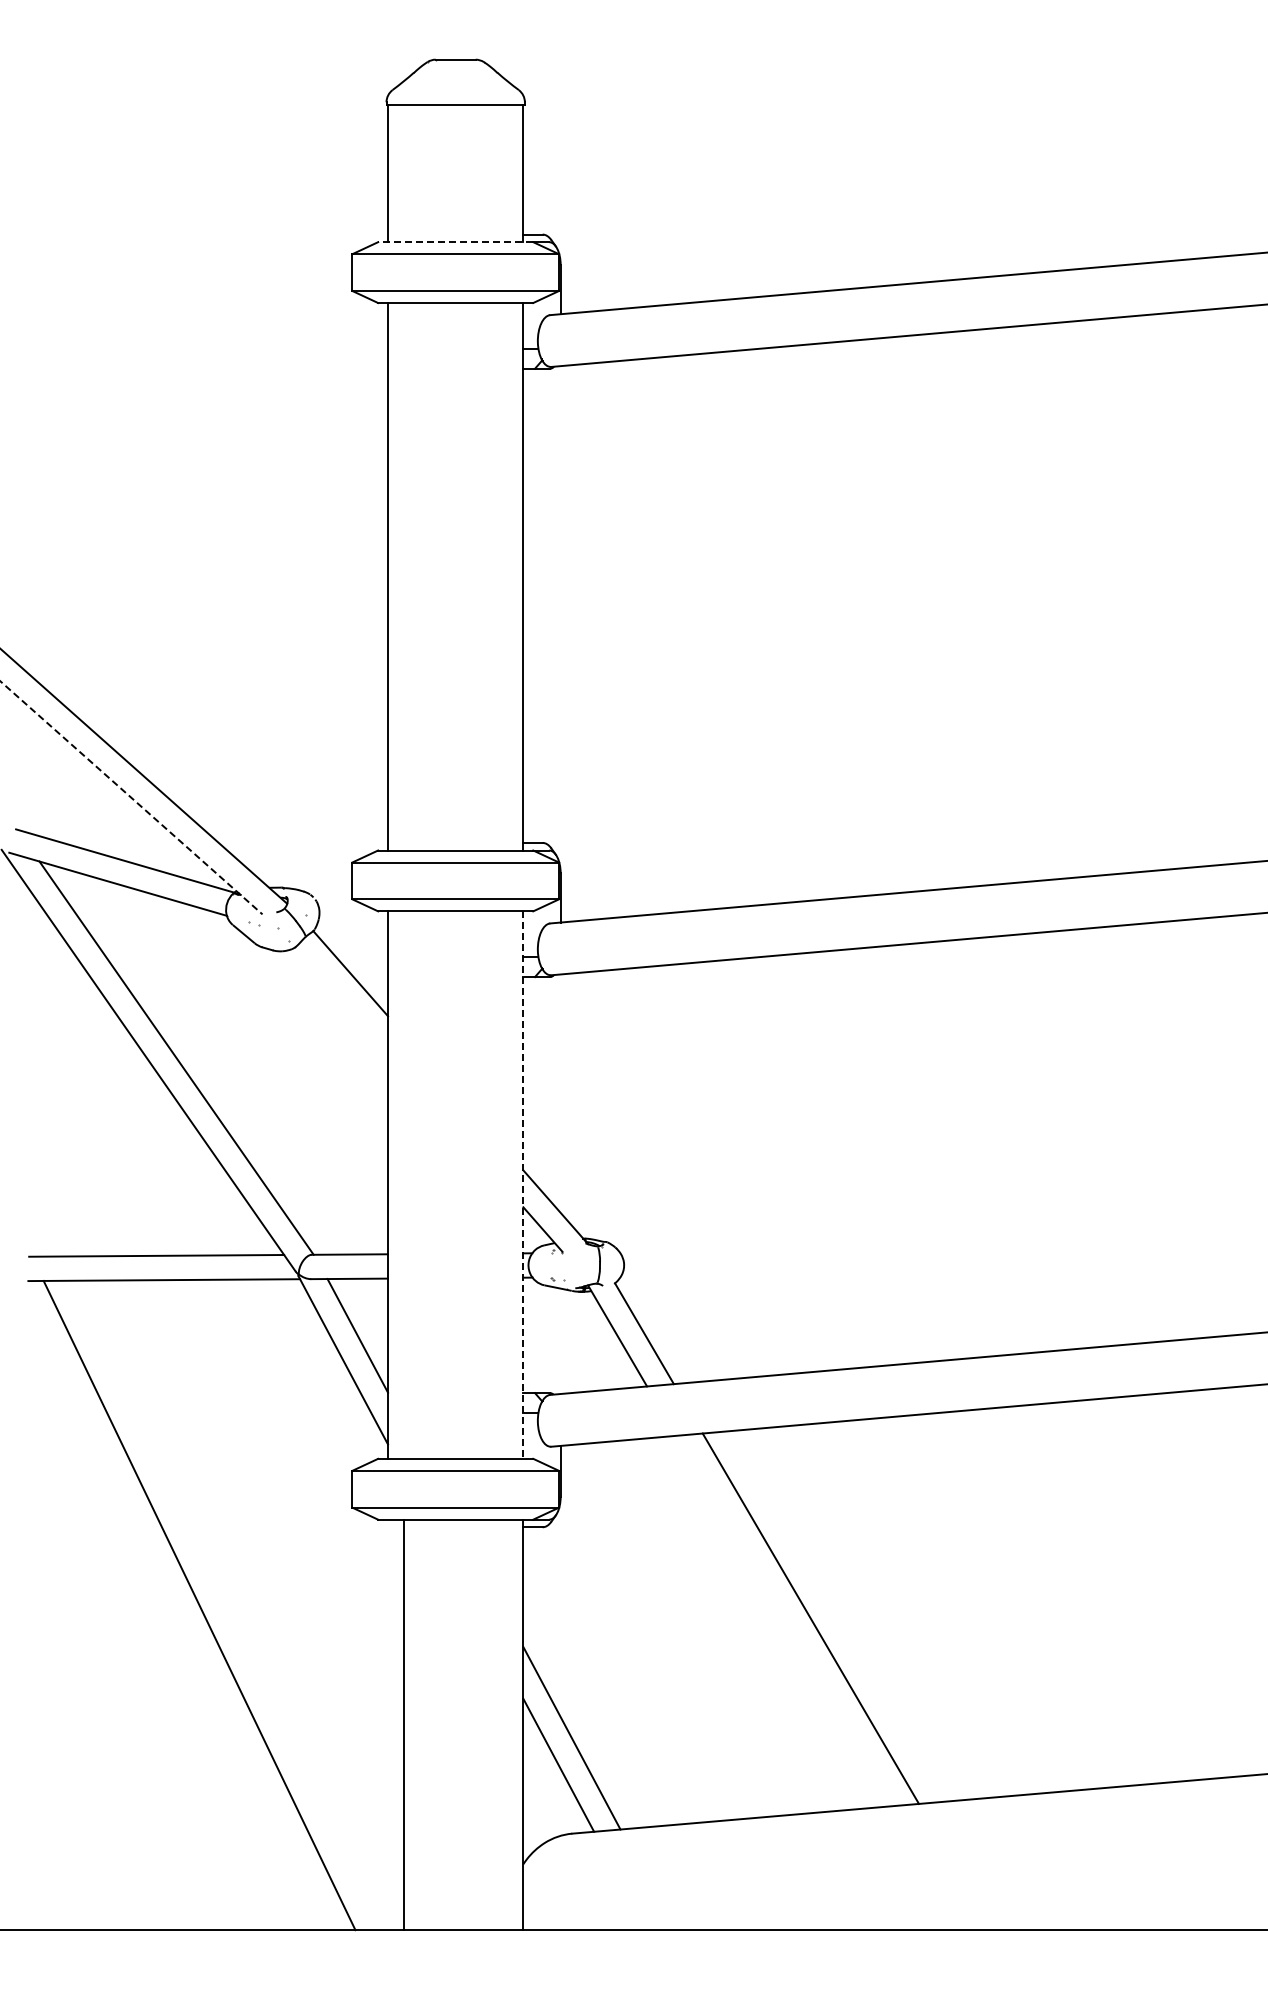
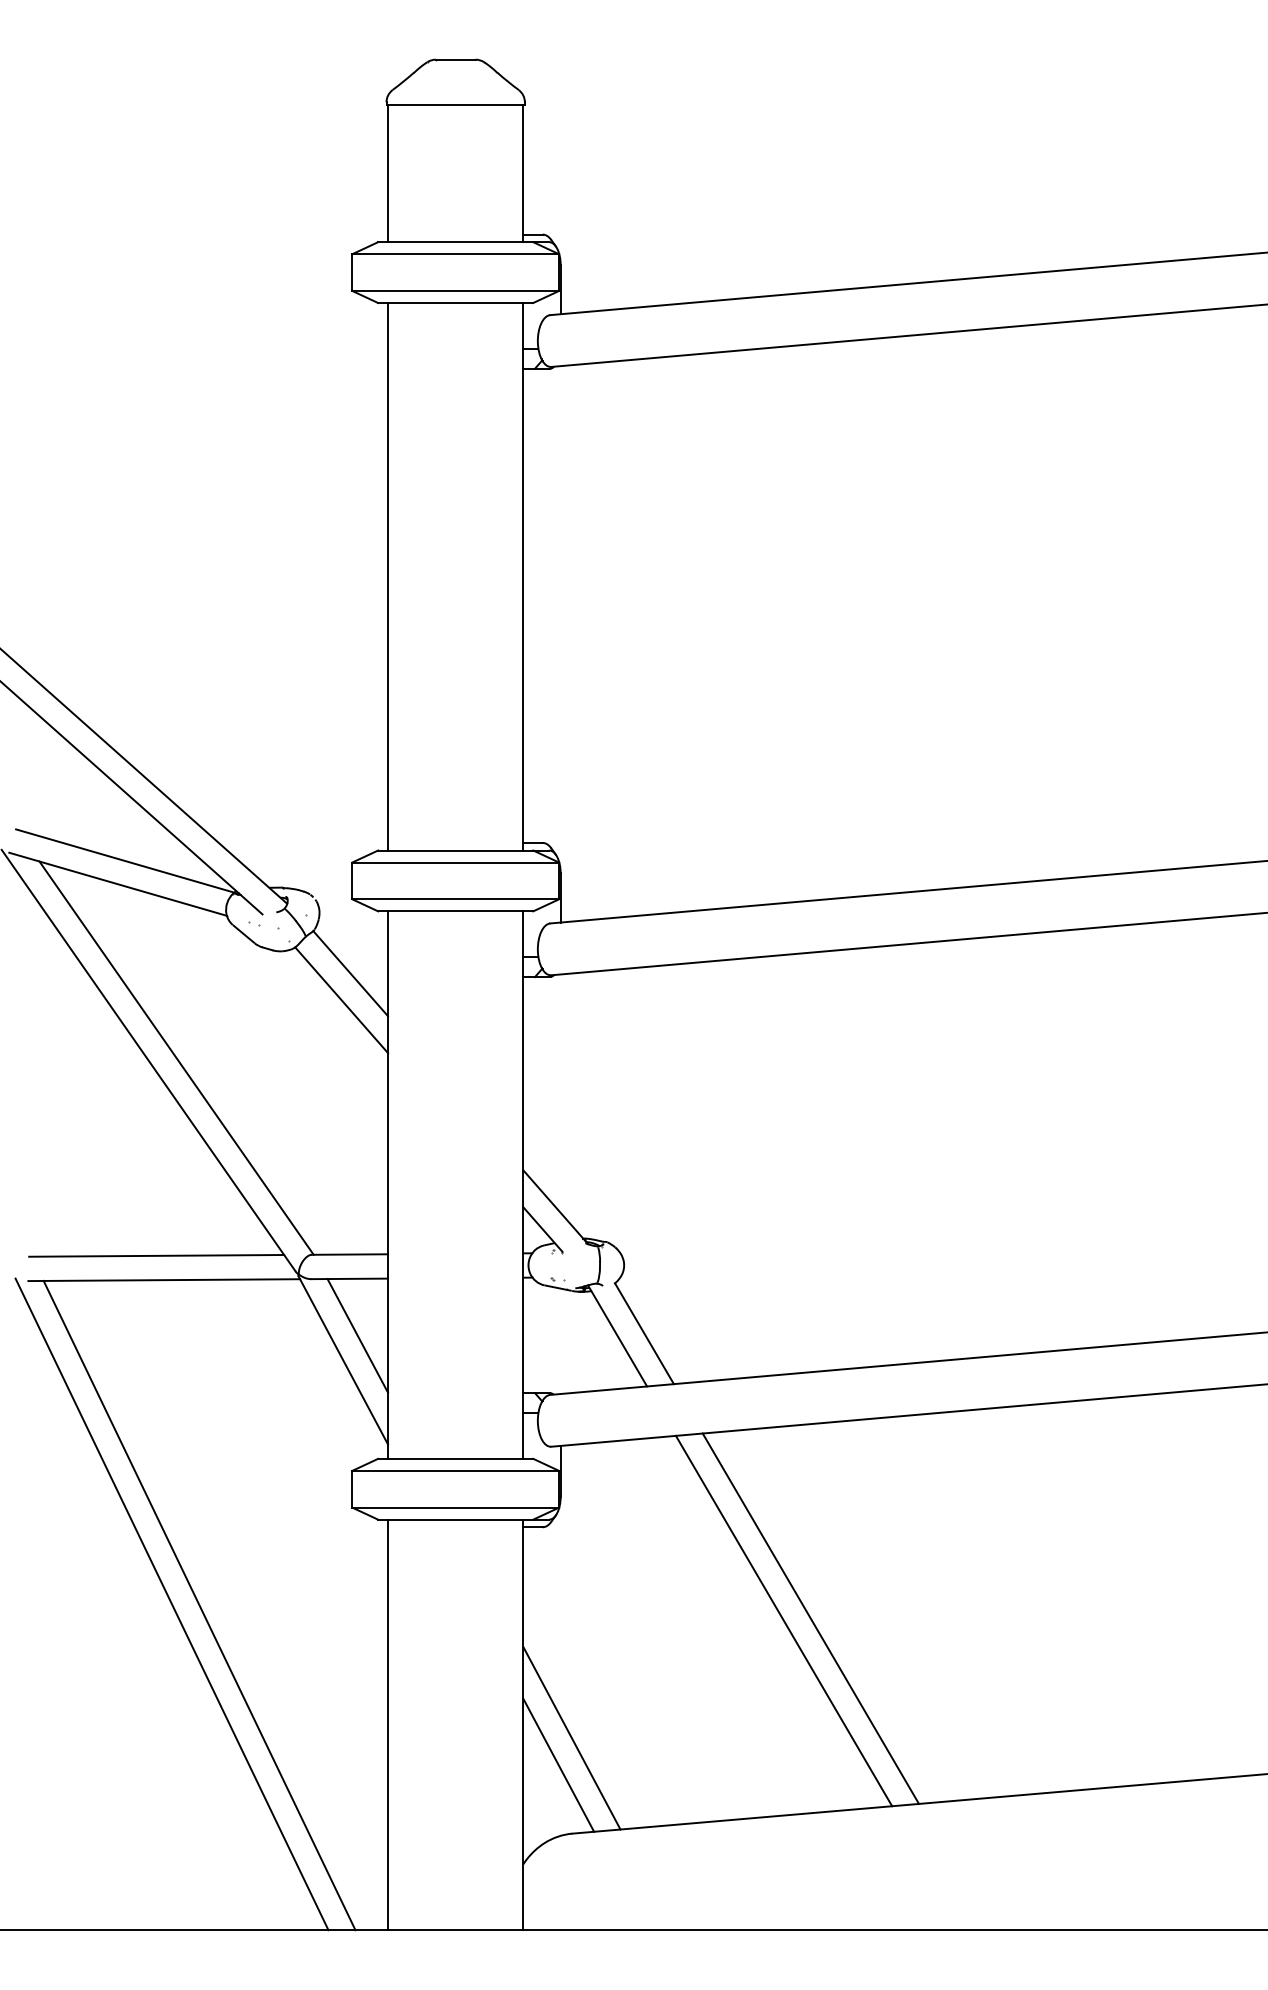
line at (455, 242): dashed -> solid
line at (131, 798): dashed -> solid
line at (341, 1000): none -> present
line at (523, 1185): dashed -> solid
line at (171, 1604): none -> present
line at (783, 1620): none -> present
line at (404, 1724) position: (404, 1724) -> (388, 1724)
